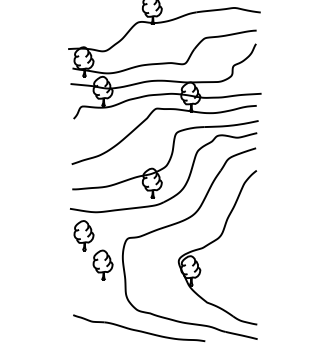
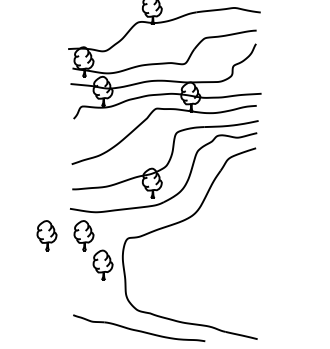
part at (46, 235): none -> present
part at (215, 241): present -> none
